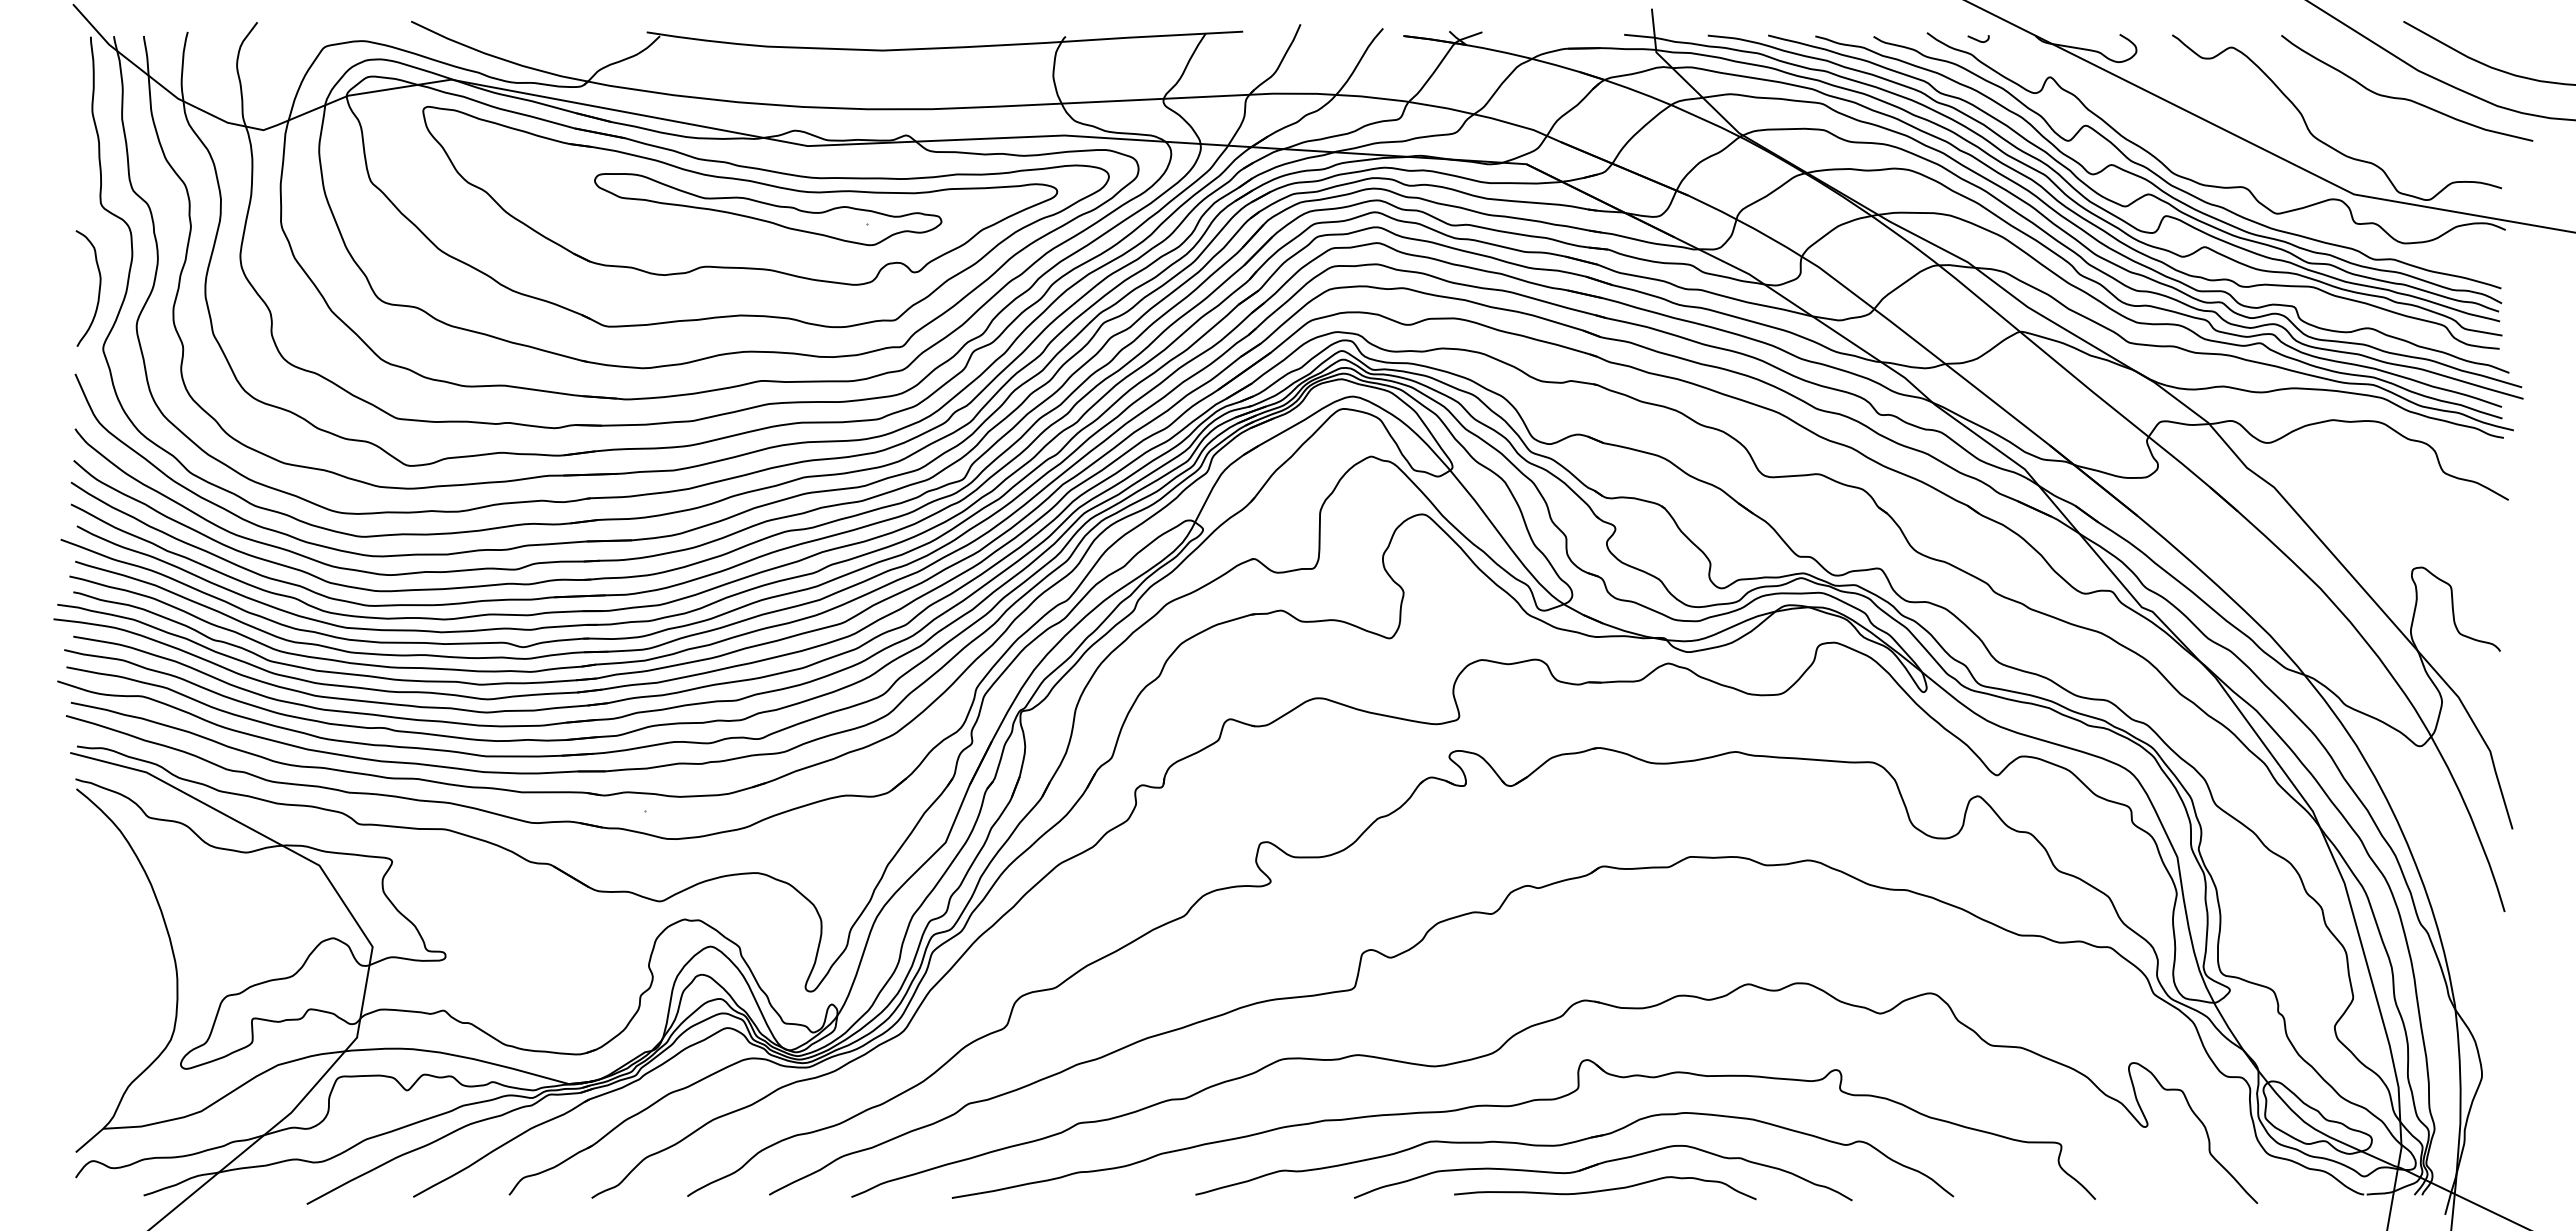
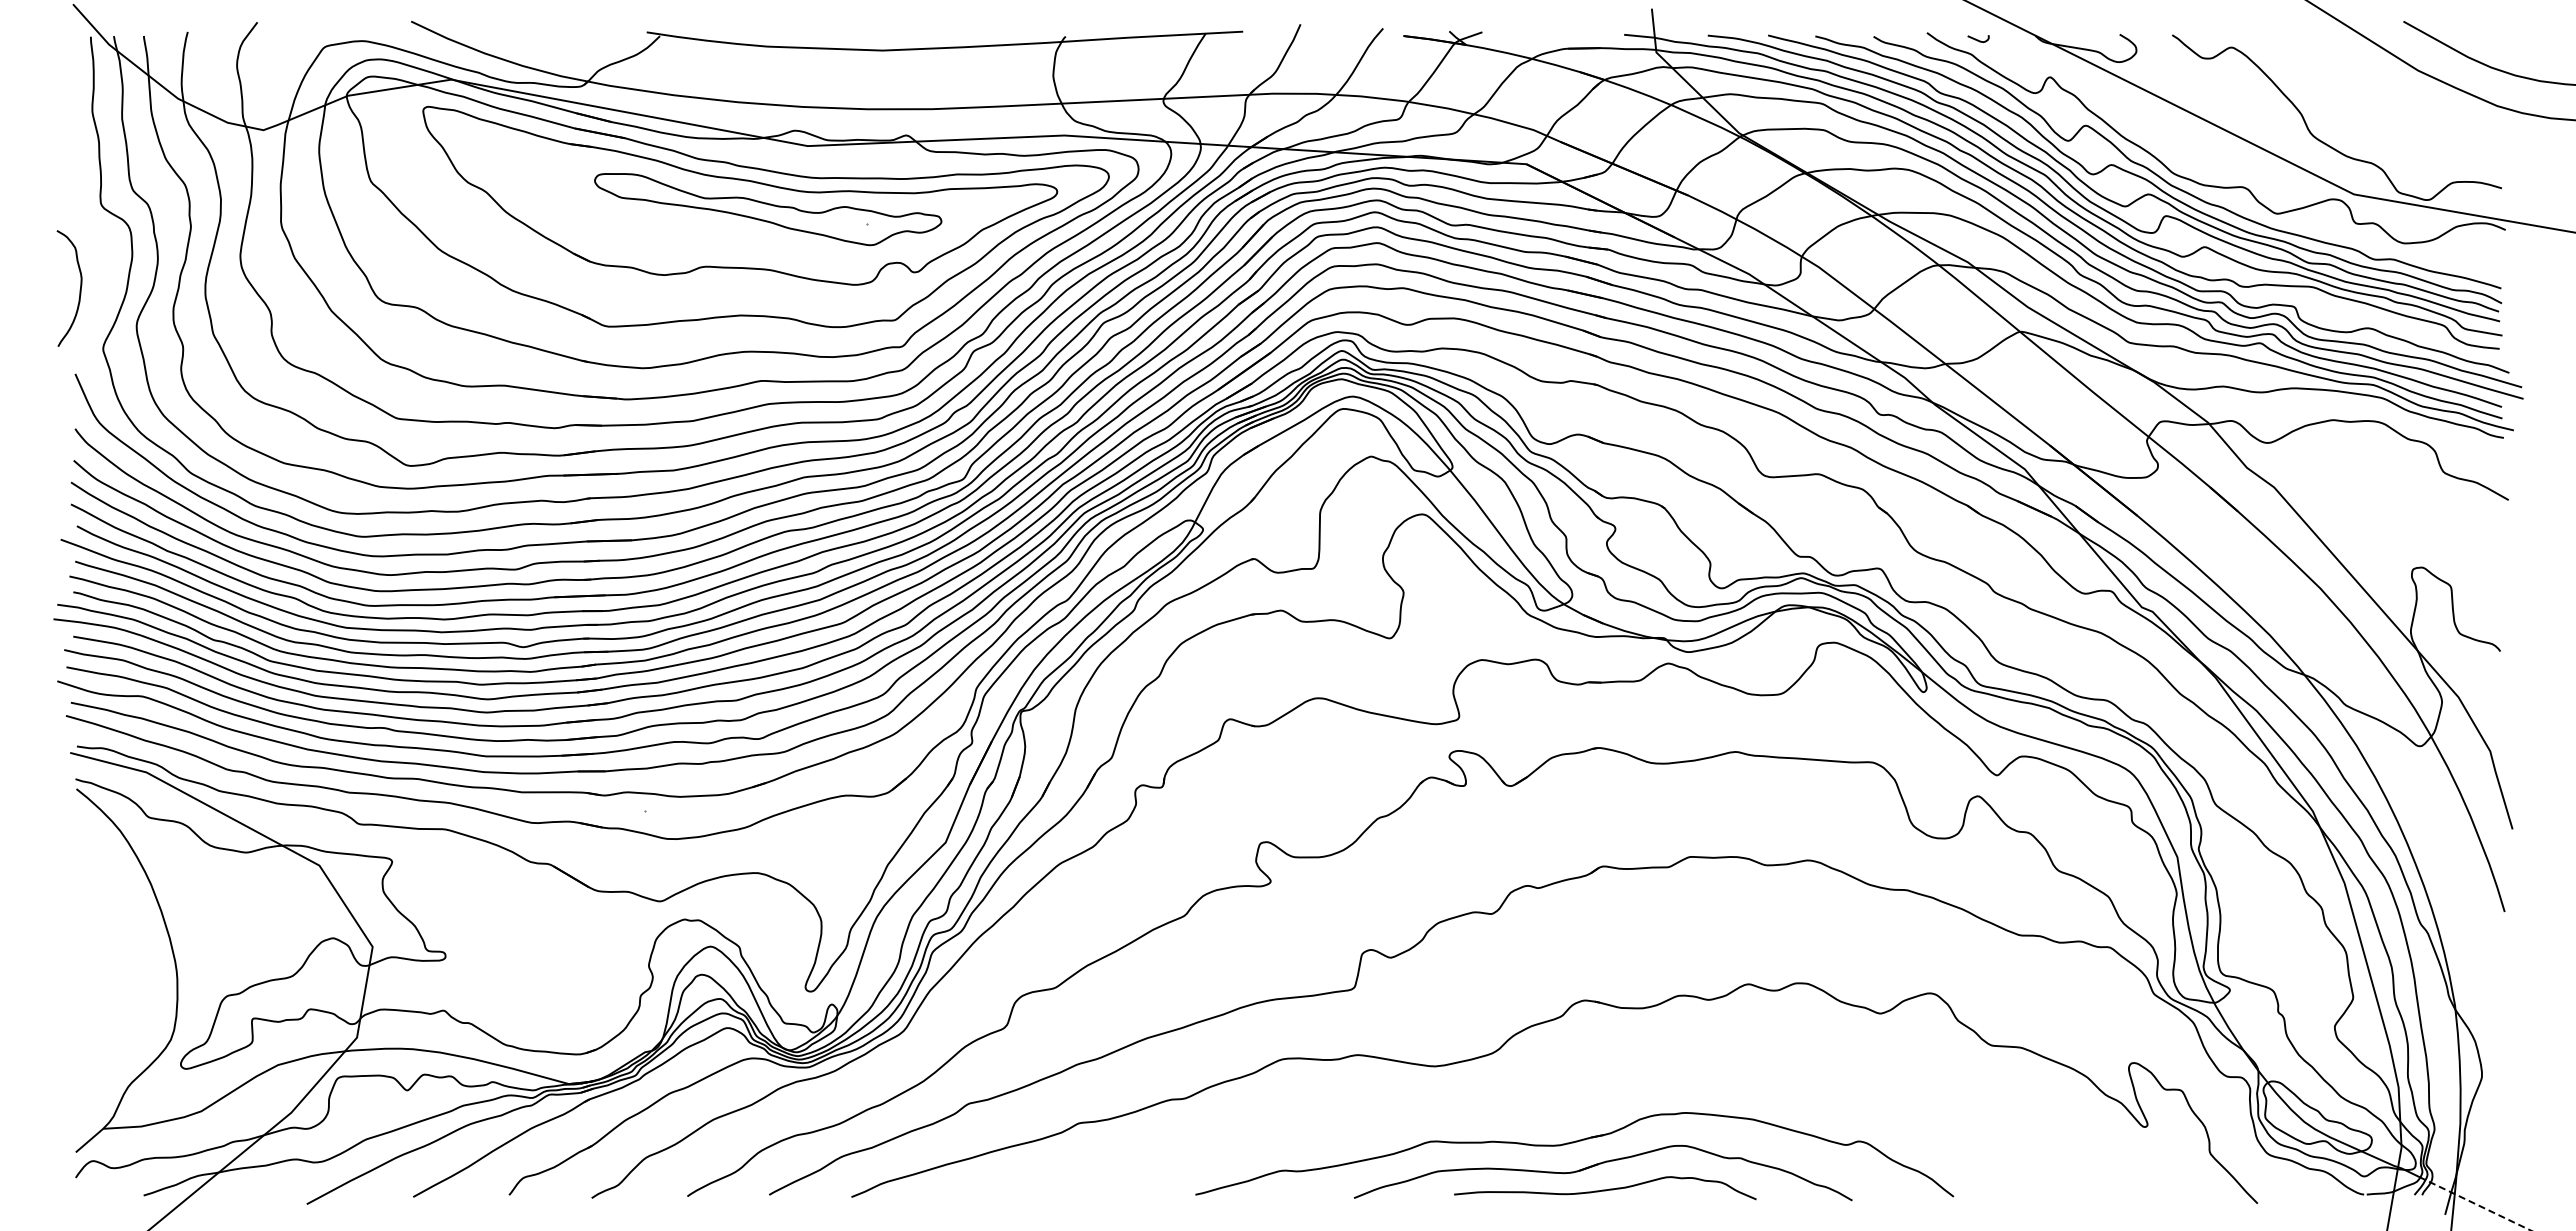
curve at (2407, 98): present -> none
curve at (98, 289) position: (98, 289) -> (79, 289)
part at (1519, 1105): present -> none
line at (2478, 1205): solid -> dashed
